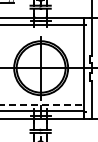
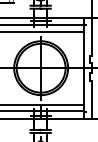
line at (43, 31): none -> present
line at (42, 104): dashed -> solid
